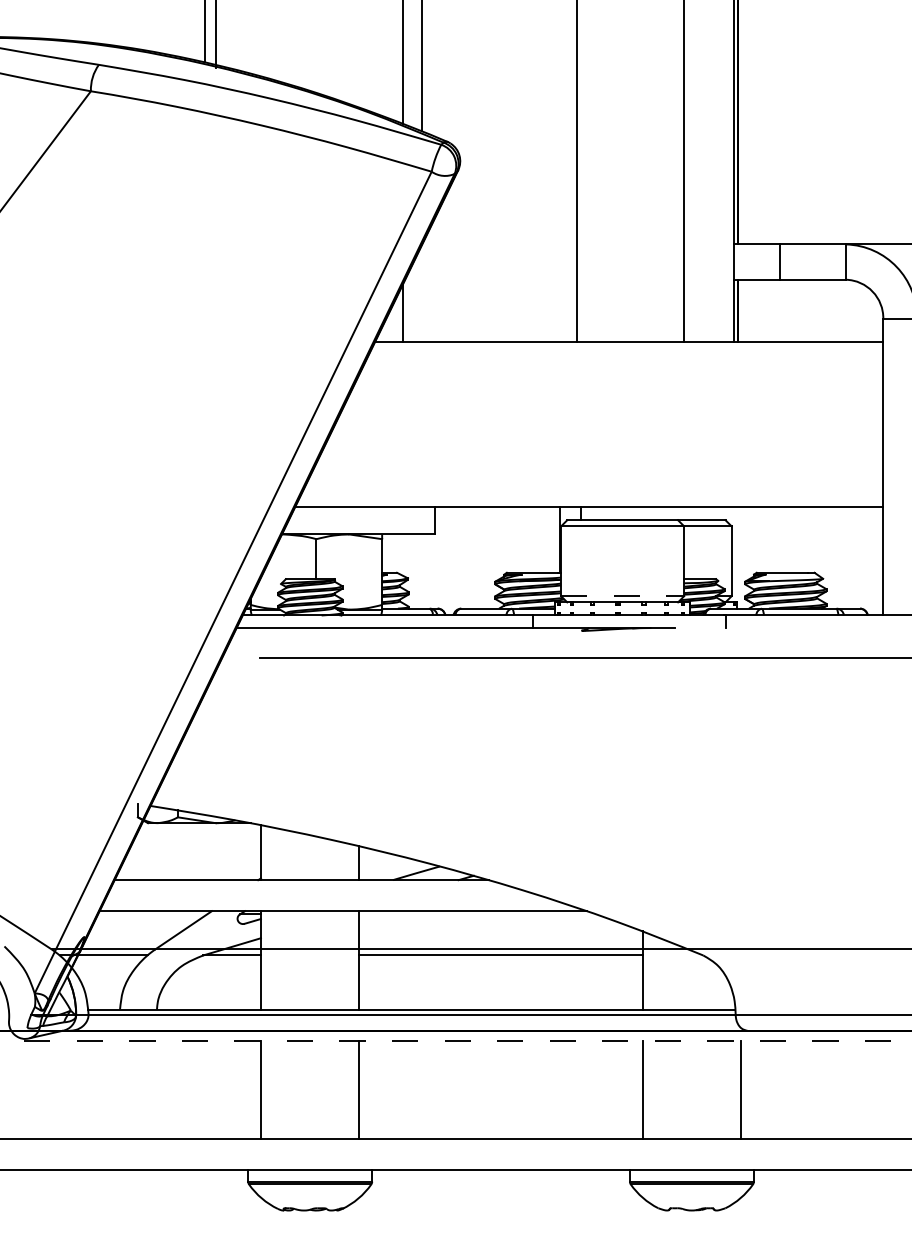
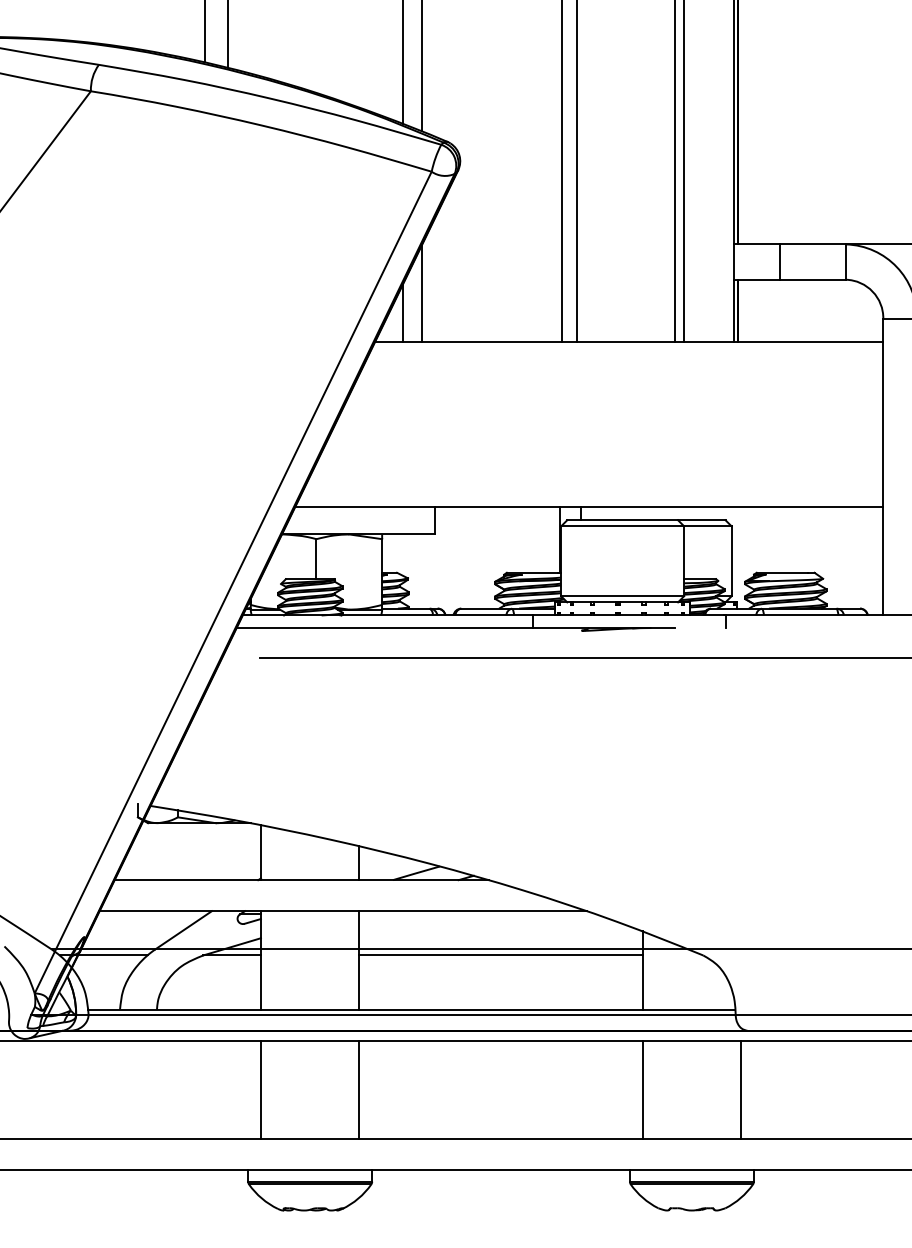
line at (215, 34) position: (215, 34) -> (227, 34)
line at (562, 171): none -> present
line at (674, 171): none -> present
line at (422, 293): none -> present
line at (622, 596): dashed -> solid
line at (456, 1040): dashed -> solid
